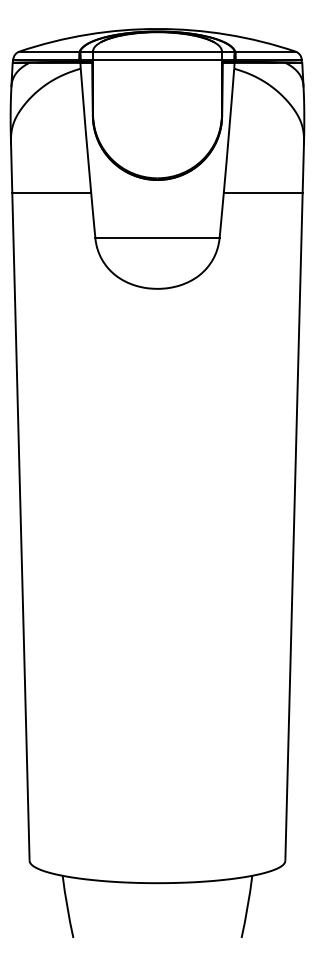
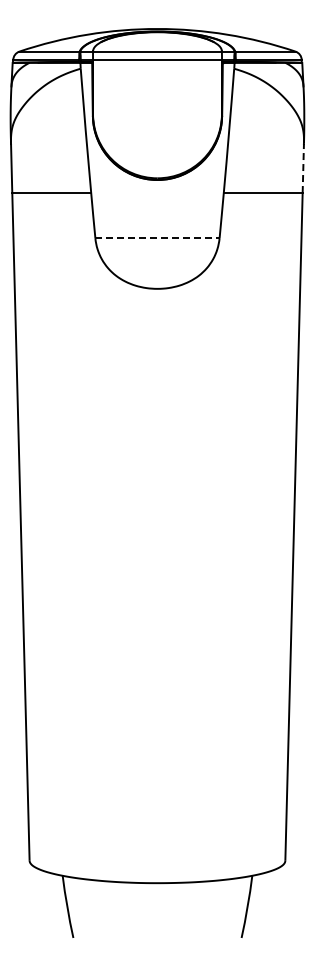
line at (303, 168): solid -> dashed
line at (158, 238): solid -> dashed
